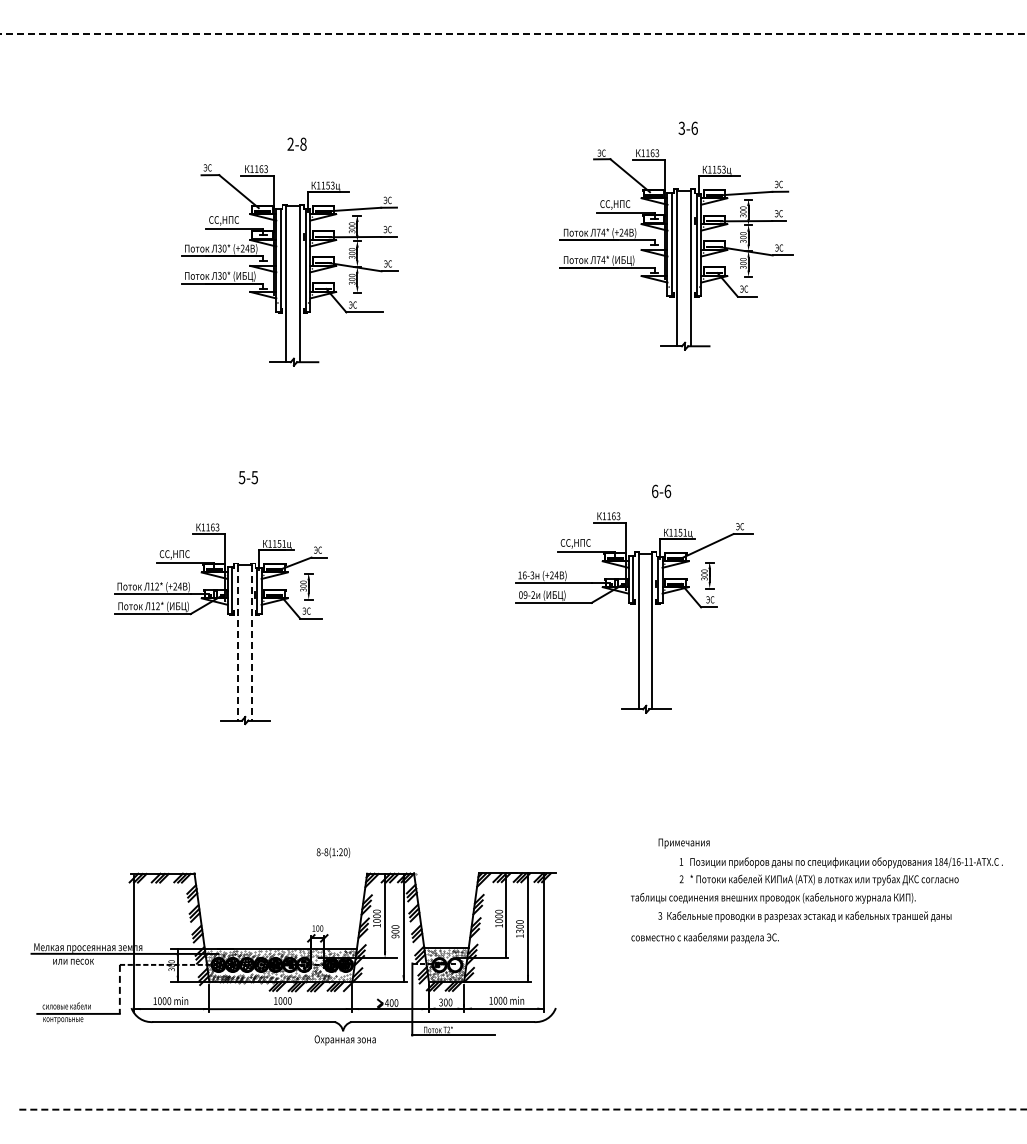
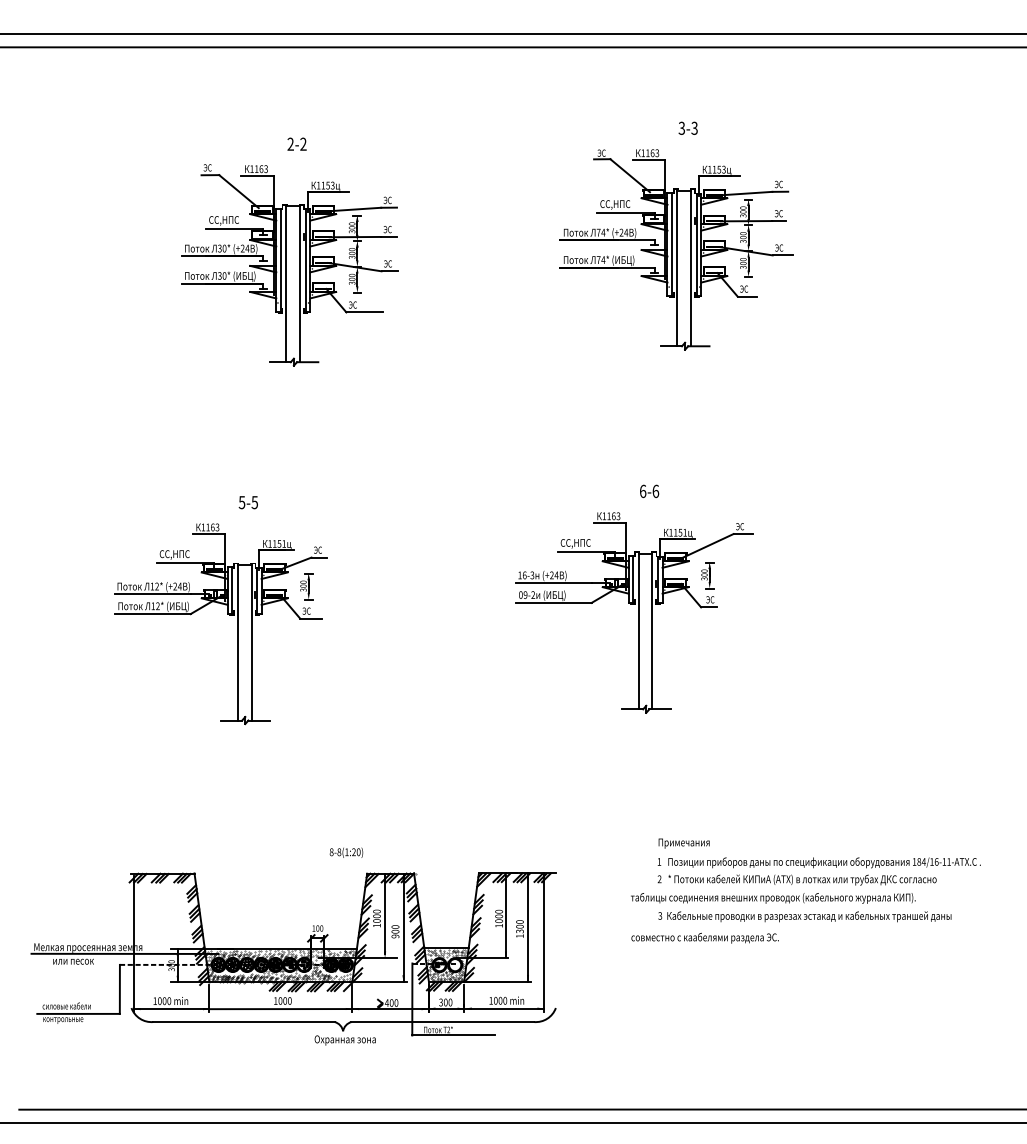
line at (513, 34): dashed -> solid
line at (512, 47): none -> present
text at (694, 127): 3-6 -> 3-3
text at (303, 143): 2-8 -> 2-2
text at (247, 477) position: (247, 477) -> (247, 502)
text at (661, 491) position: (661, 491) -> (649, 491)
line at (237, 642): dashed -> solid
line at (251, 642): dashed -> solid
text at (333, 852) position: (333, 852) -> (346, 852)
text at (840, 871) position: (840, 871) -> (818, 871)
line at (119, 989): dashed -> solid
line at (523, 1109): dashed -> solid
line at (512, 1122): none -> present
